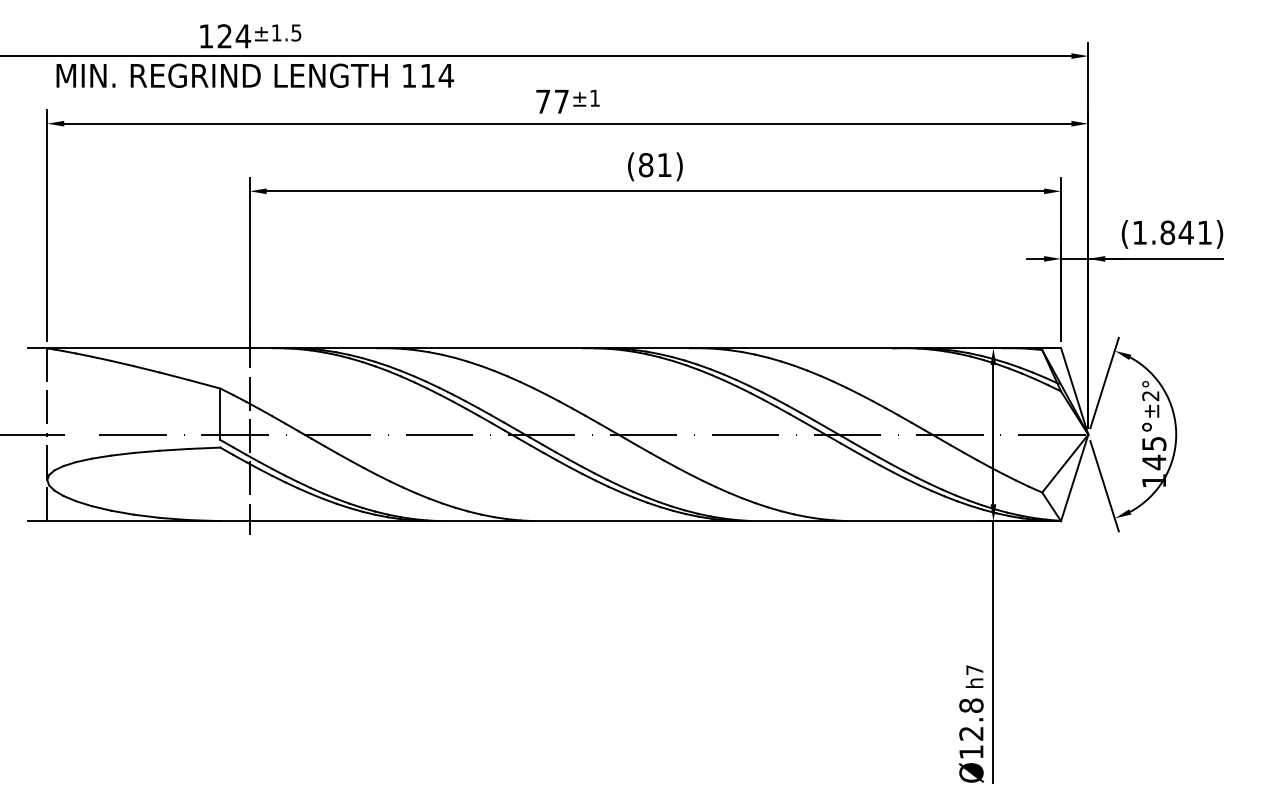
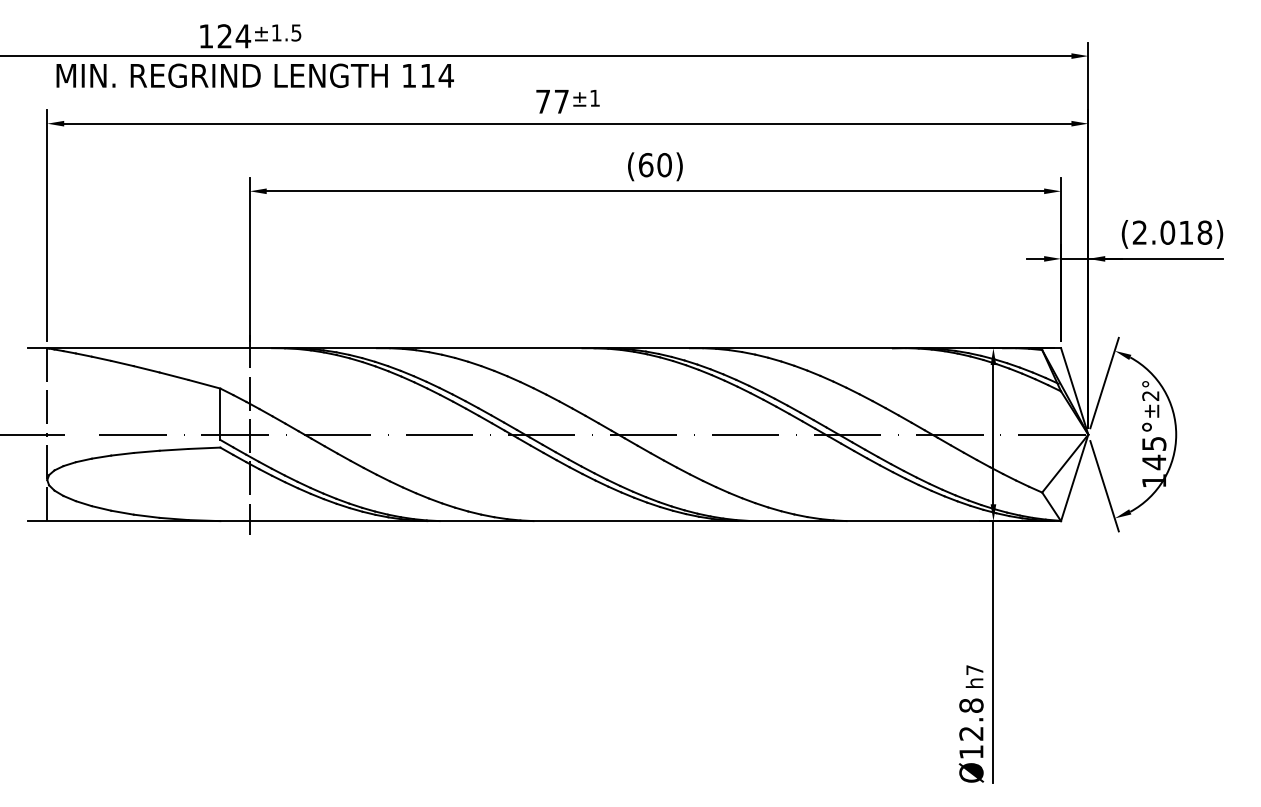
text at (654, 165): (81) -> (60)
text at (1172, 232): (1.841) -> (2.018)
